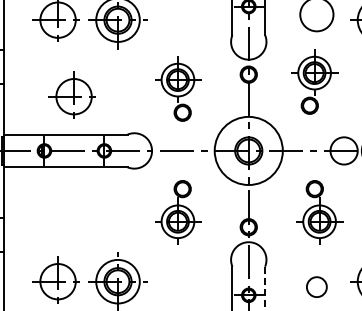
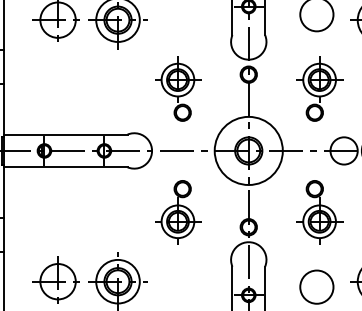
part at (314, 81) position: (314, 81) -> (319, 88)
part at (71, 94): present -> none
circle at (316, 287) diameter: 20 px -> 33 px
line at (265, 288): dashed -> solid
